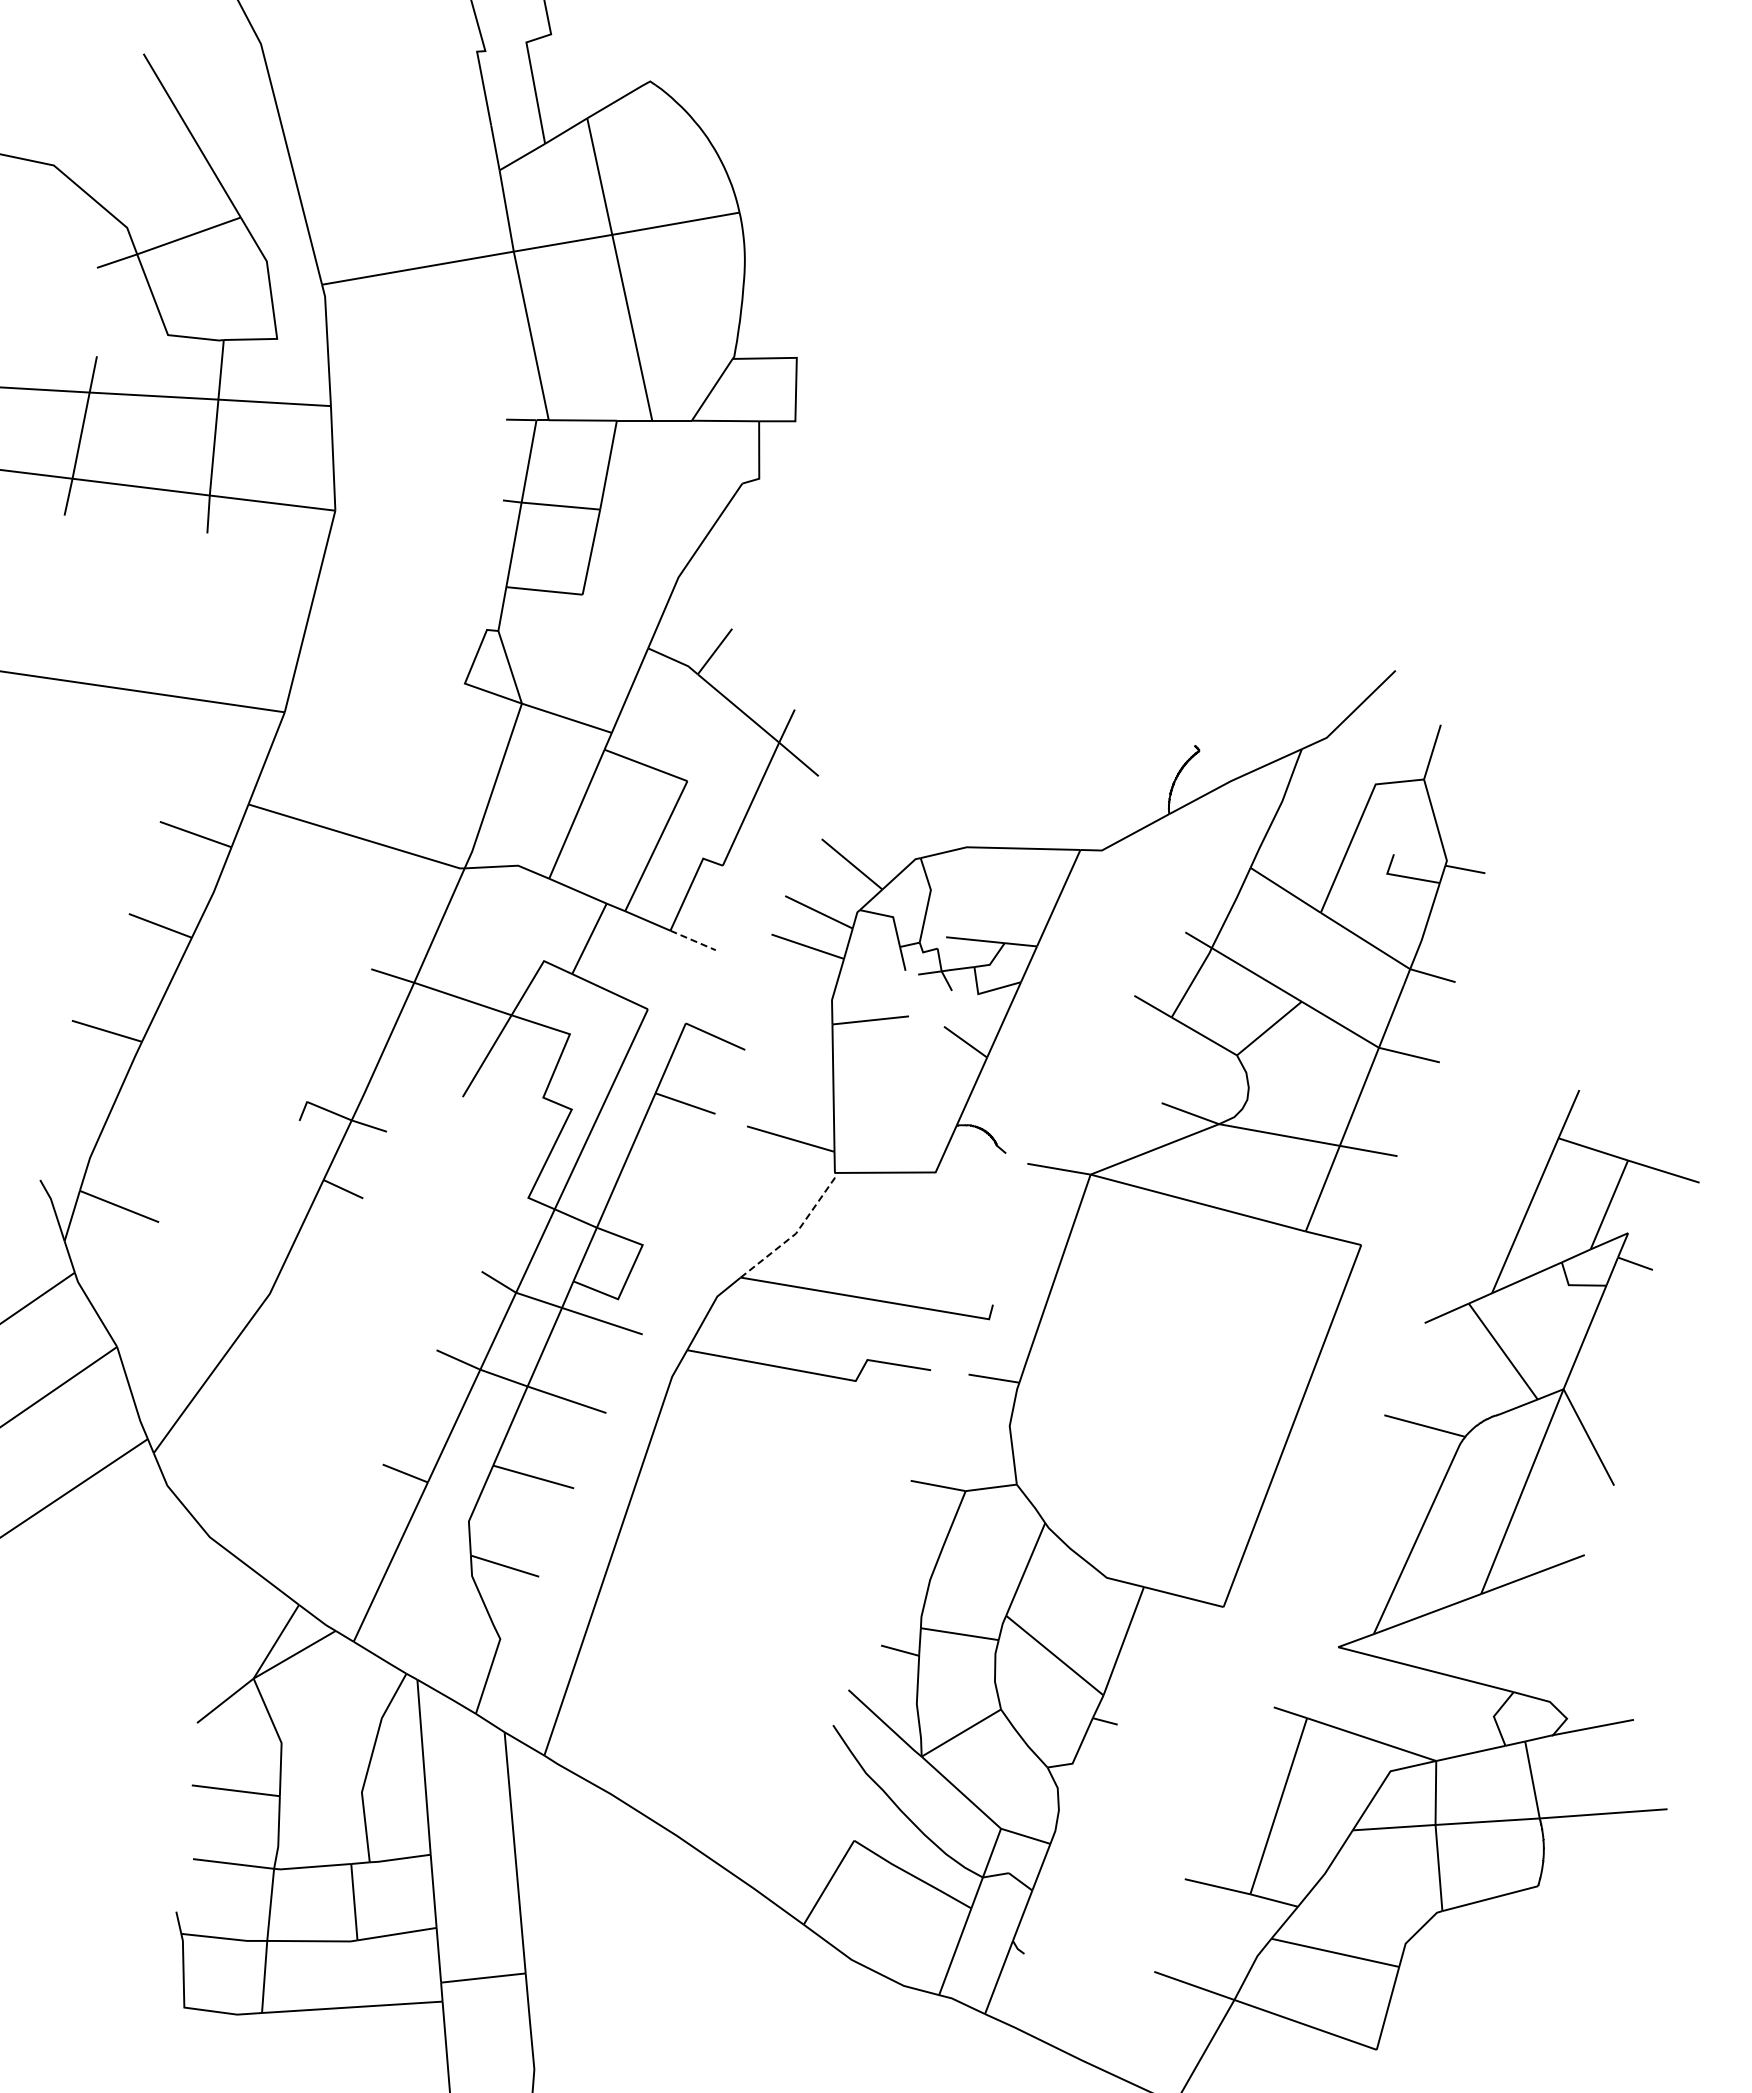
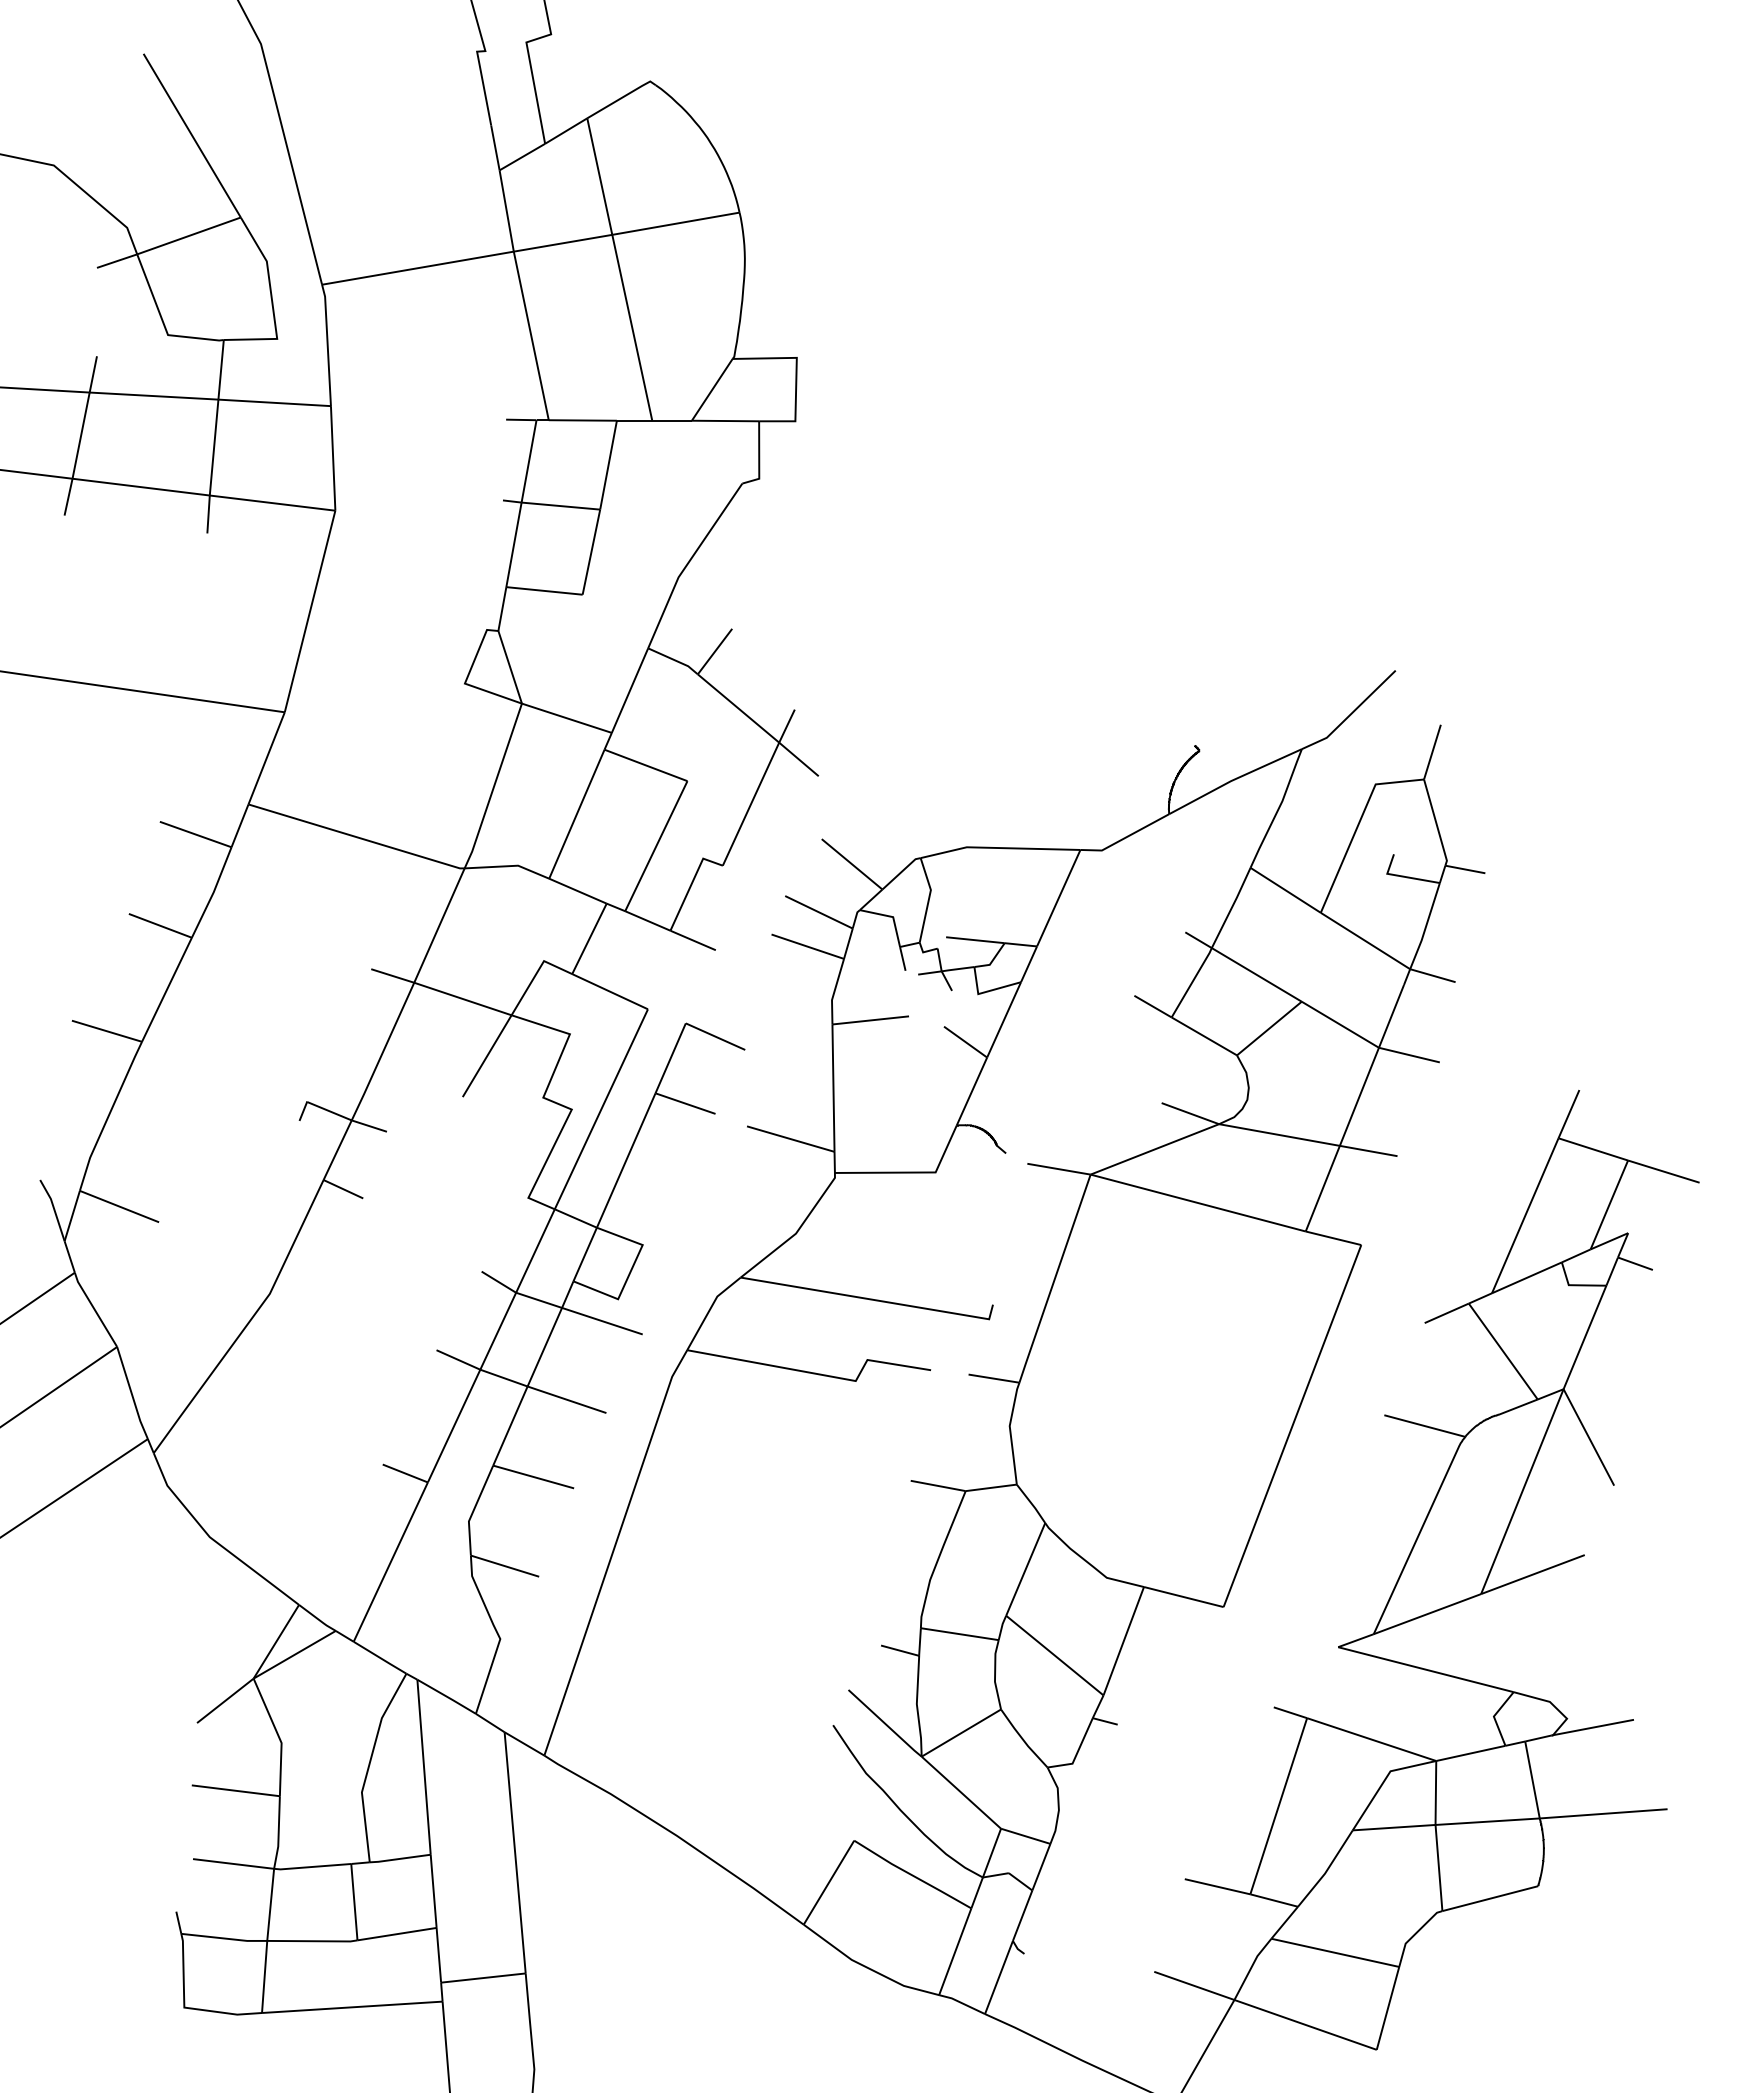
line at (693, 940): dashed -> solid
line at (797, 1232): dashed -> solid
